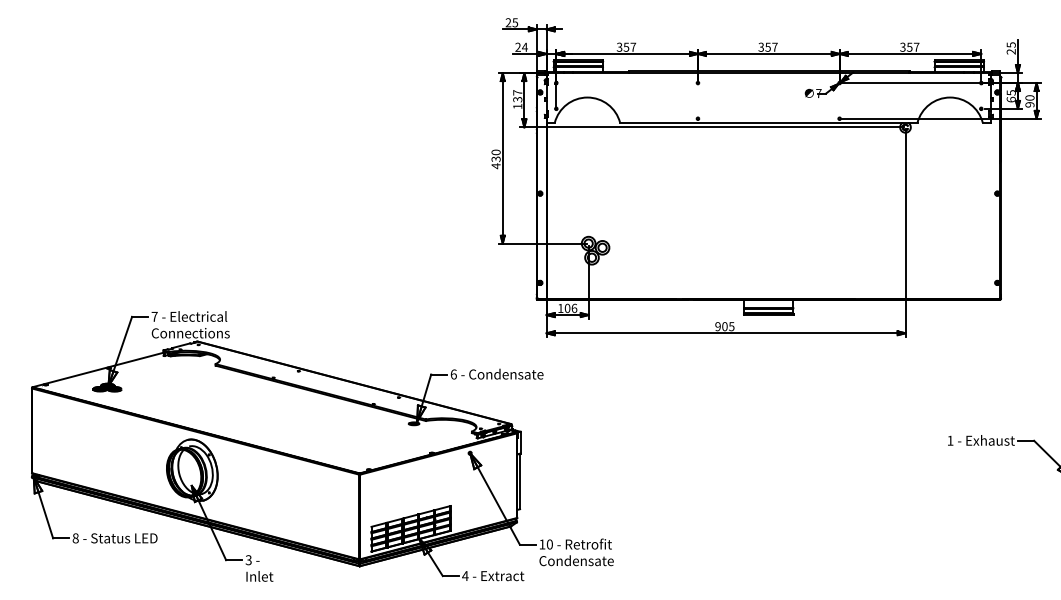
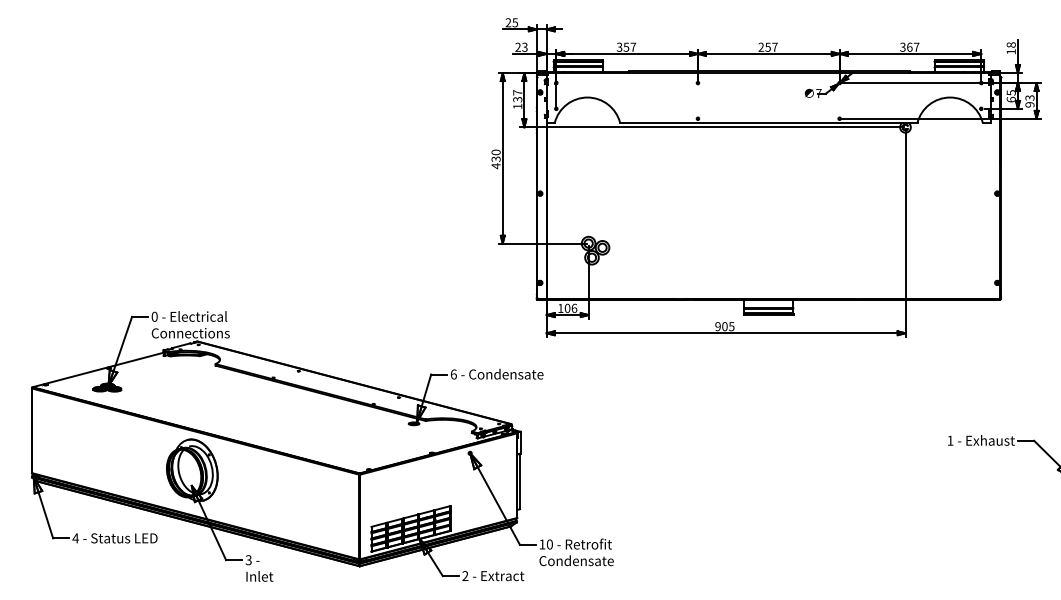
text at (524, 46): 24 -> 23
text at (909, 46): 357 -> 367
text at (761, 47): 357 -> 257
text at (1010, 48): 25 -> 18
text at (1029, 97): 90 -> 93
text at (154, 316): 7 -> 0
text at (75, 538): 8 -> 4
text at (465, 575): 4 -> 2
